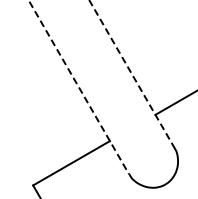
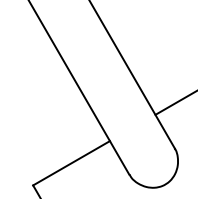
line at (132, 74): dashed -> solid
line at (79, 87): dashed -> solid
